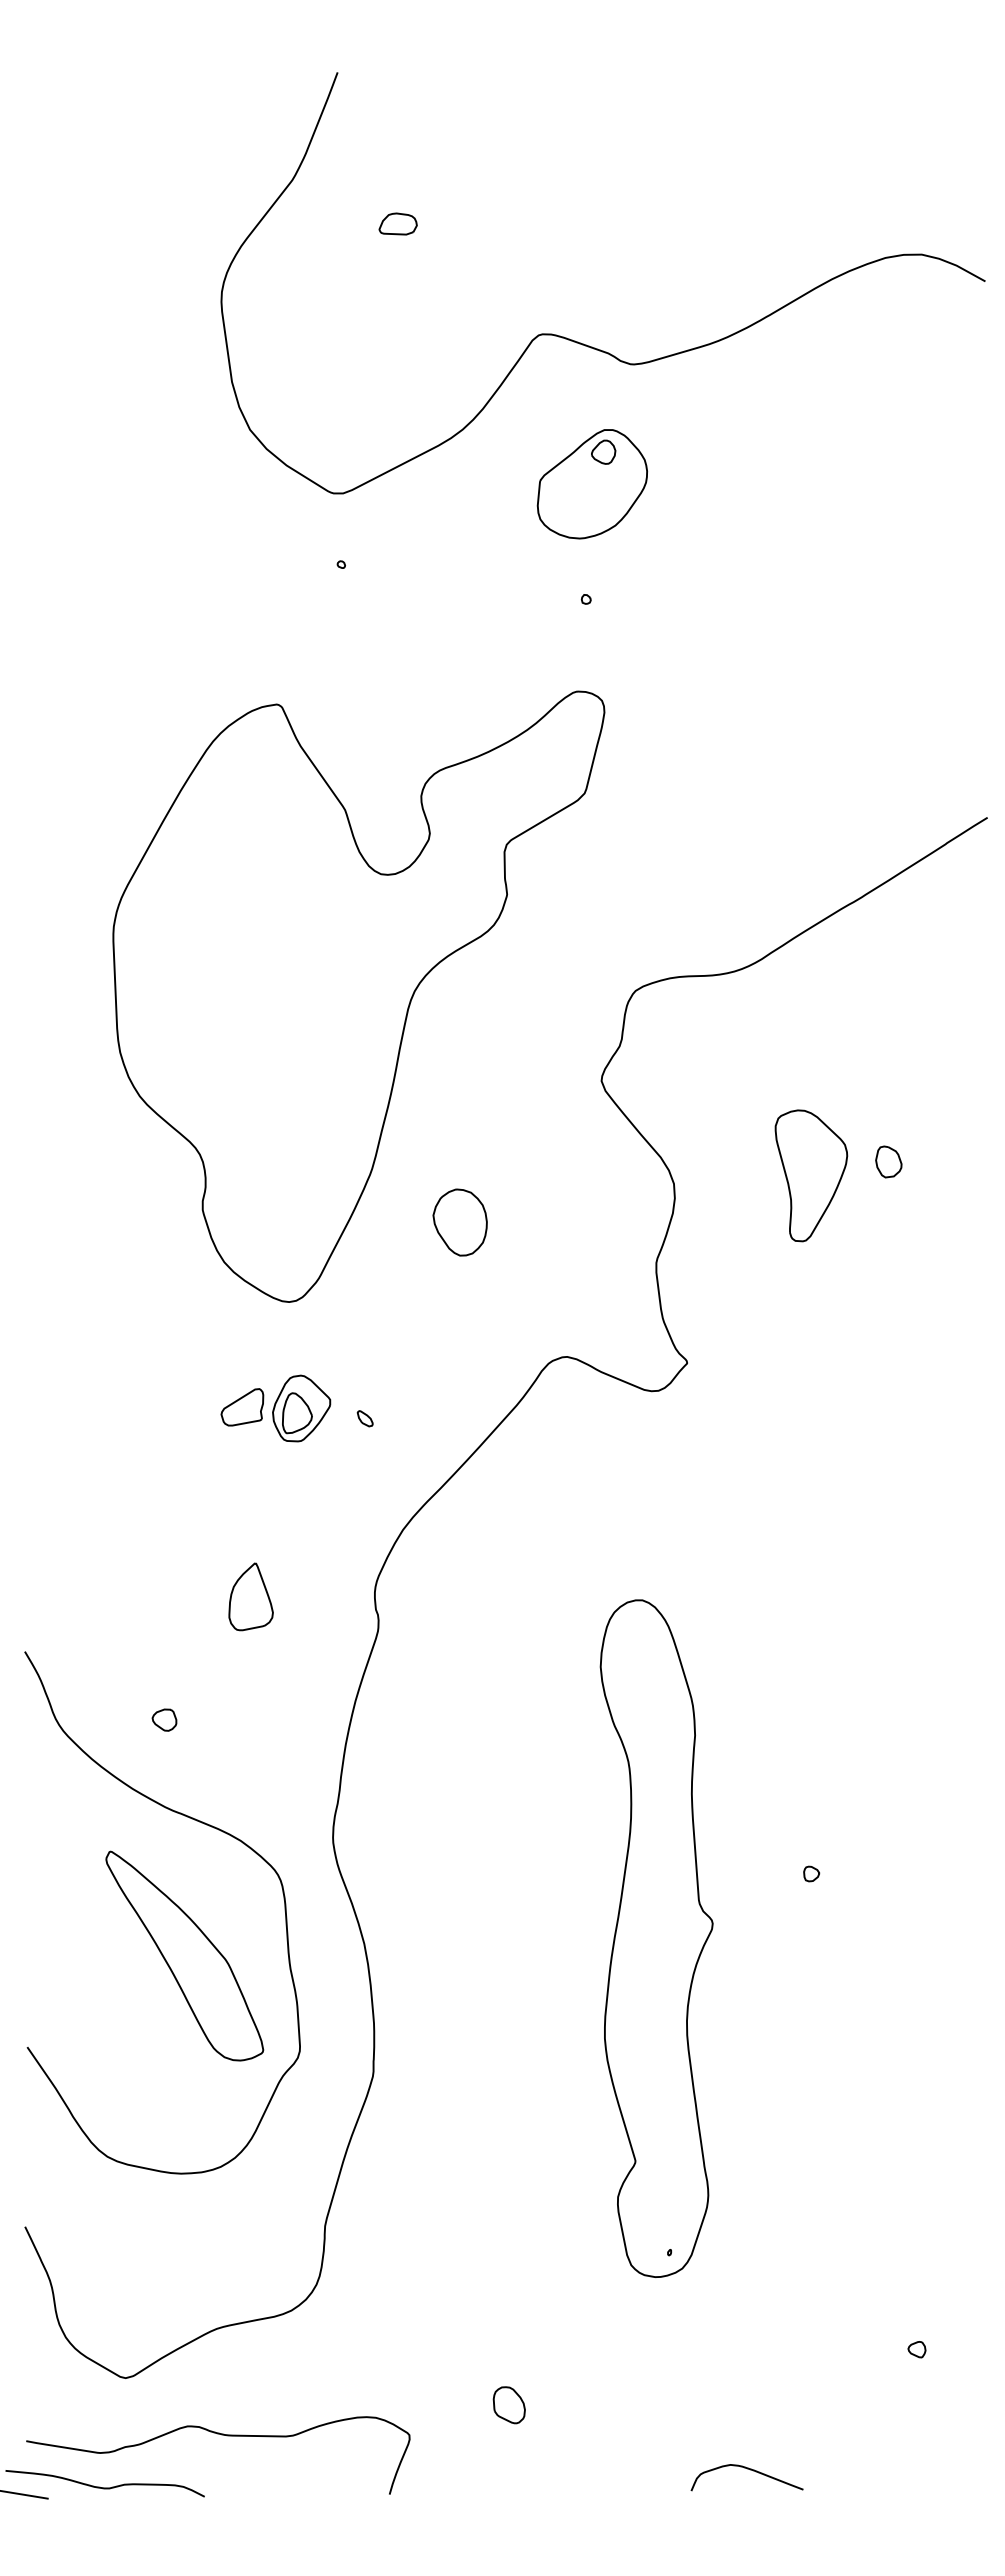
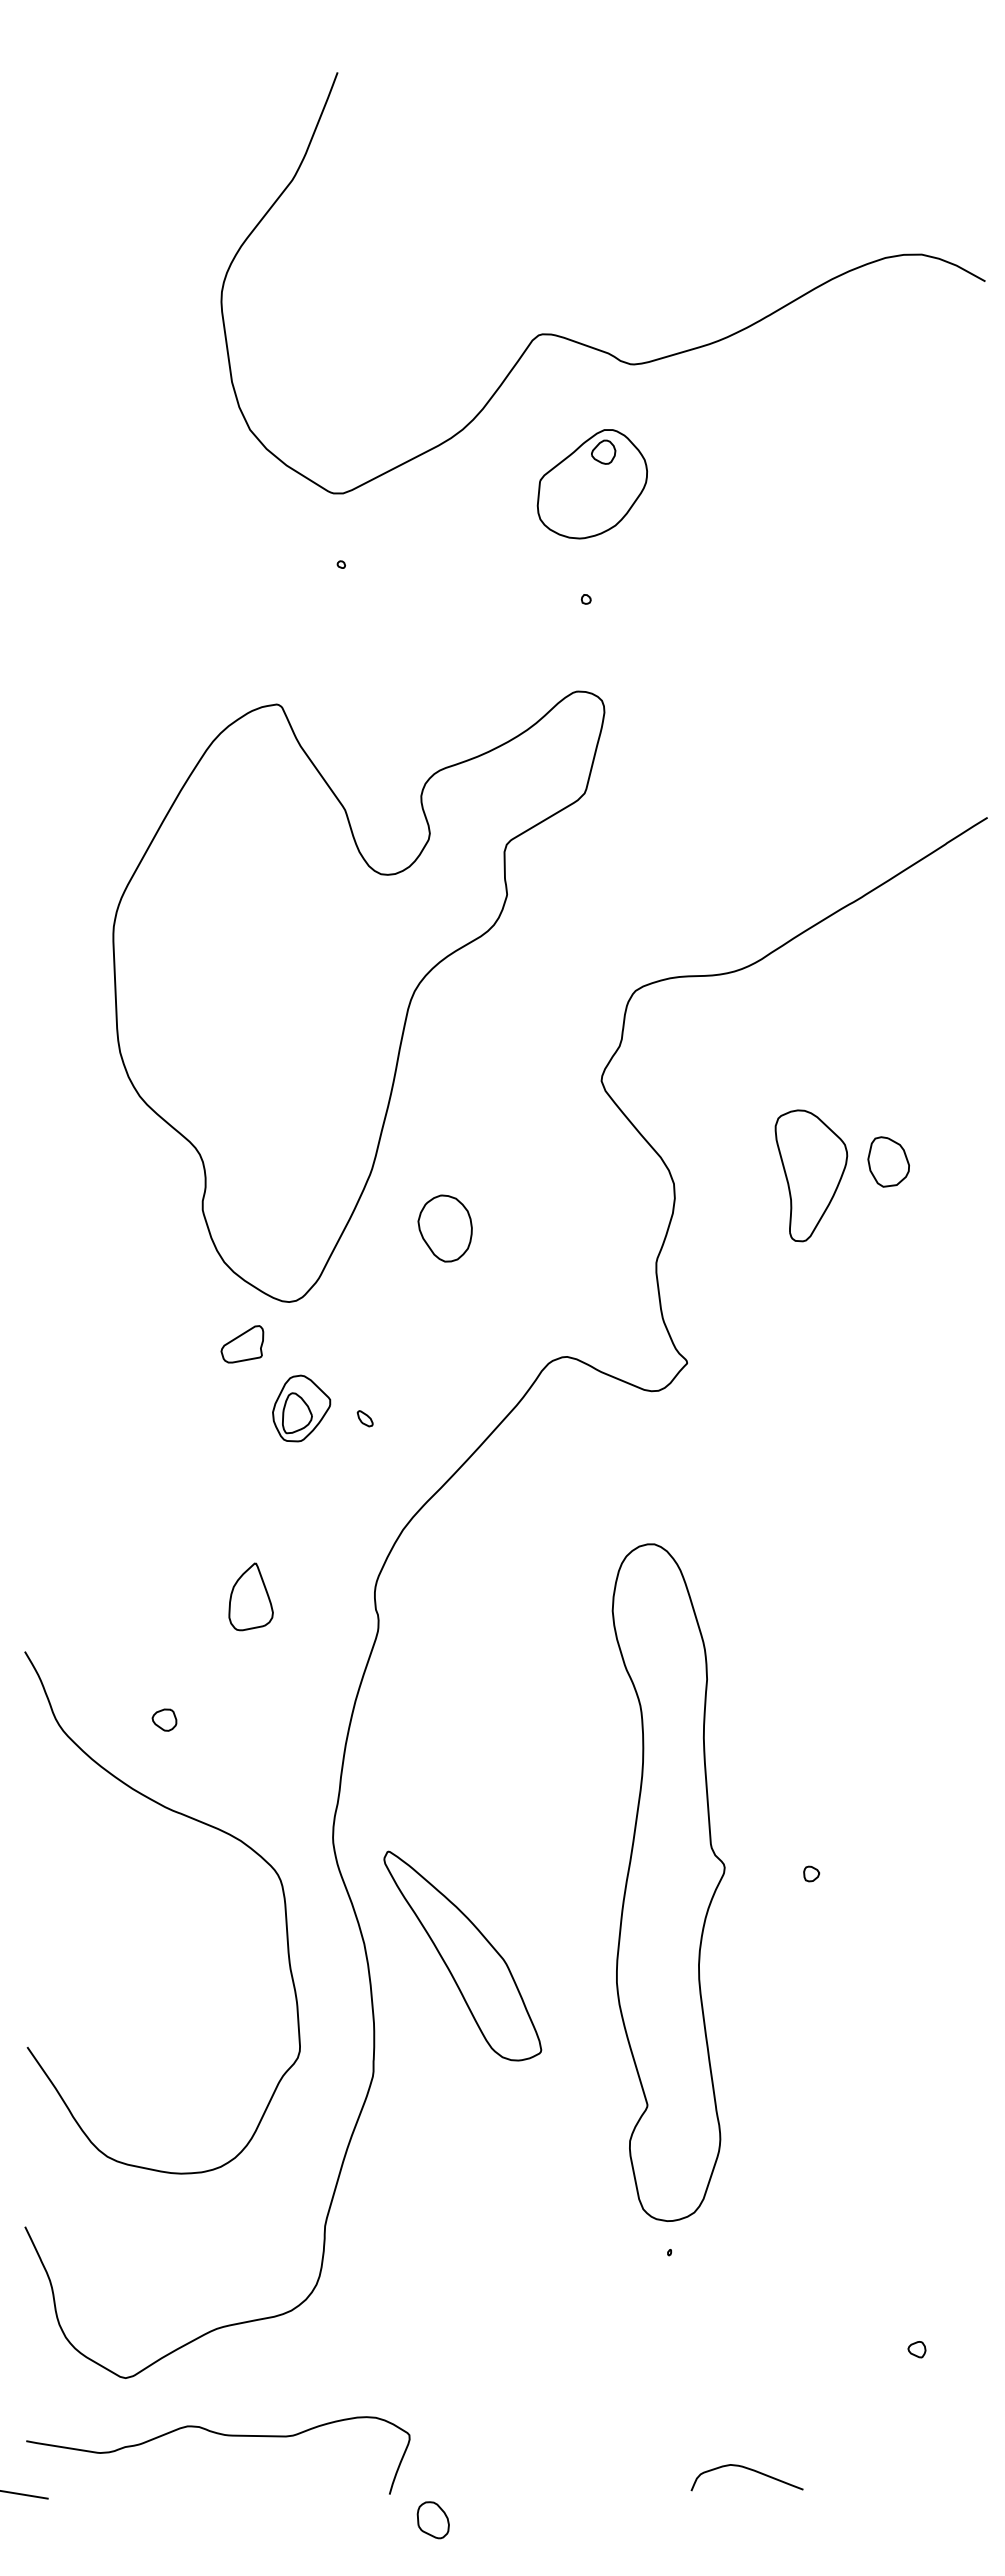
part at (397, 223): present -> none
part at (888, 1161) size: 28x34 px -> 43x52 px
part at (459, 1222) position: (459, 1222) -> (444, 1228)
part at (242, 1407) position: (242, 1407) -> (242, 1344)
part at (656, 1938) position: (656, 1938) -> (668, 1882)
part at (184, 1955) position: (184, 1955) -> (462, 1955)
part at (508, 2405) position: (508, 2405) -> (432, 2520)
curve at (104, 2487): present -> none
